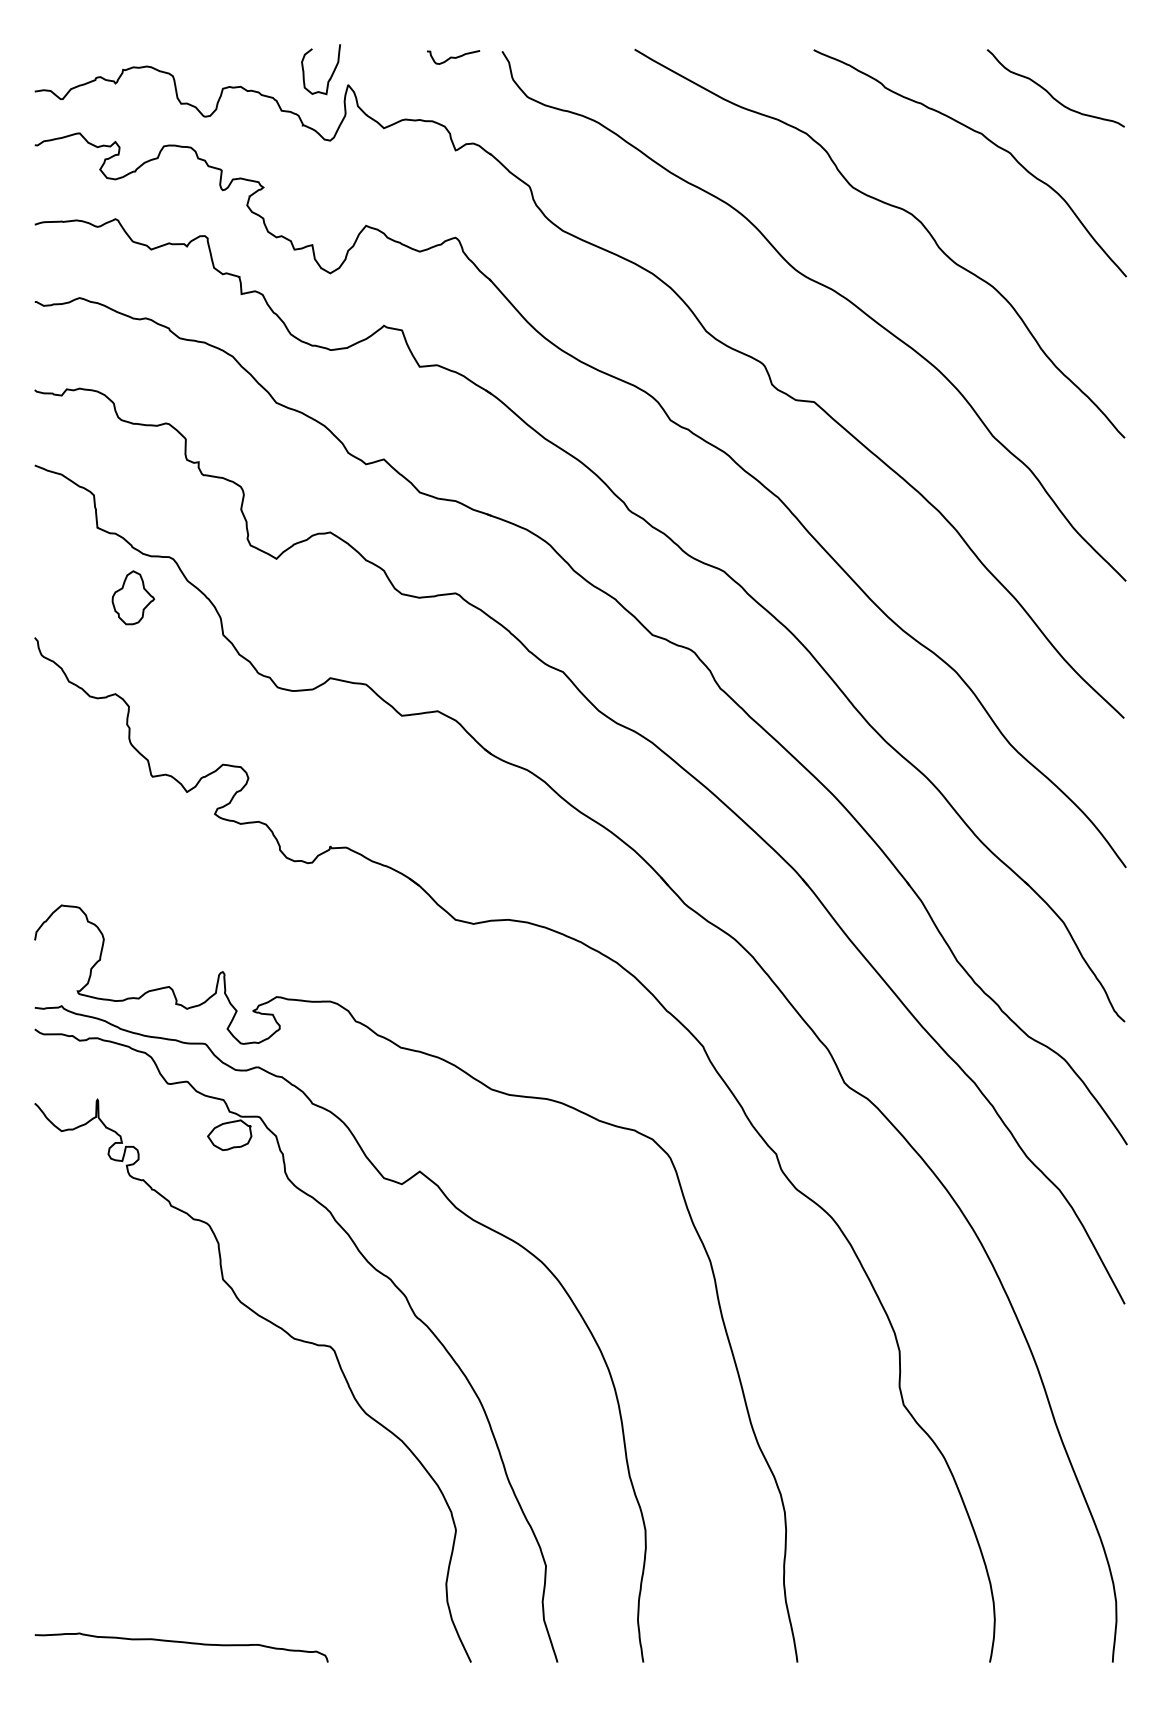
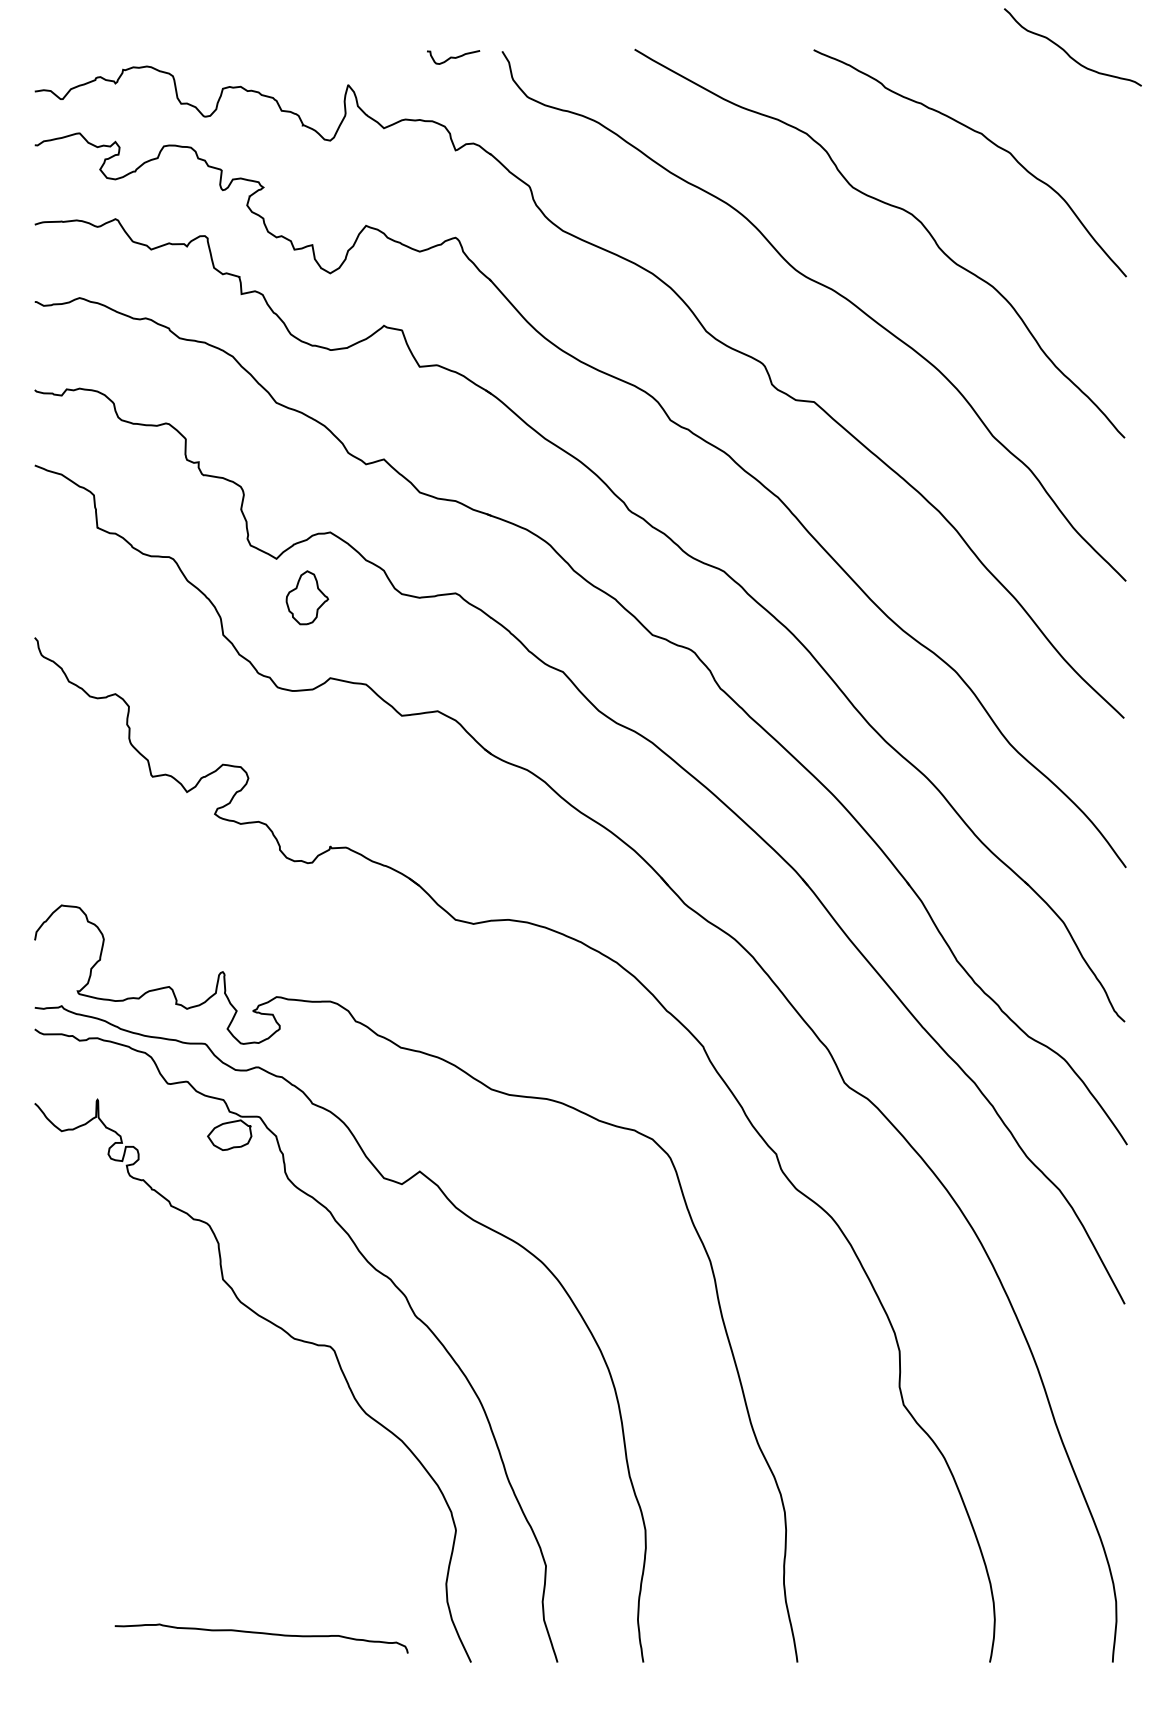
curve at (331, 74): present -> none
curve at (1050, 93) position: (1050, 93) -> (1067, 52)
part at (133, 597) position: (133, 597) -> (307, 597)
curve at (182, 1643) position: (182, 1643) -> (262, 1634)
